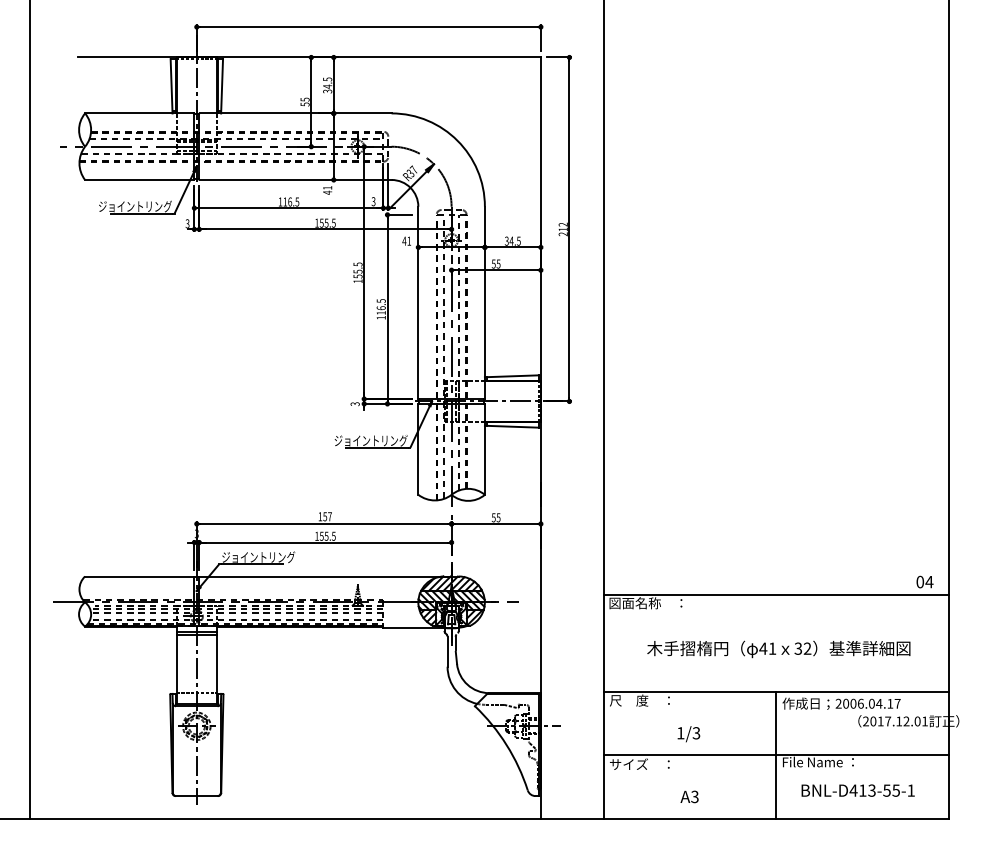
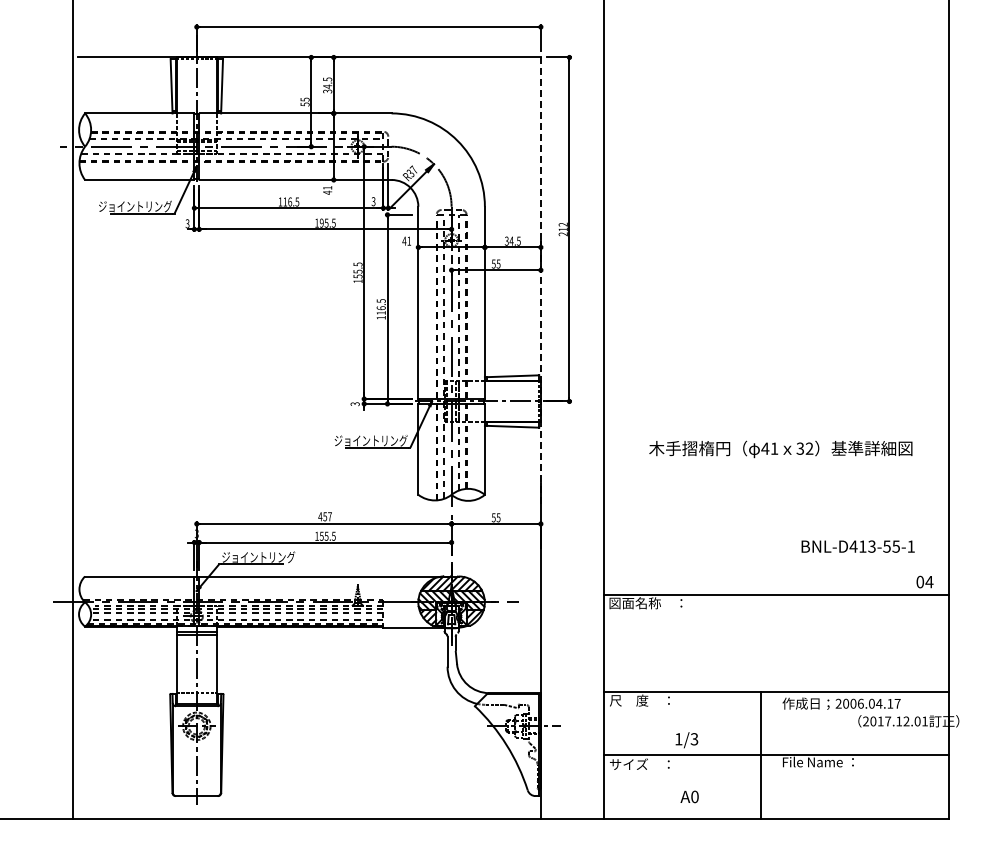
text at (321, 222): 155.5 -> 195.5
line at (540, 282): solid -> dashed
line at (29, 410) position: (29, 410) -> (72, 410)
text at (320, 516): 157 -> 457
text at (778, 649) position: (778, 649) -> (780, 449)
text at (688, 734) position: (688, 734) -> (686, 740)
line at (776, 754) position: (776, 754) -> (761, 754)
text at (857, 790) position: (857, 790) -> (857, 546)
text at (694, 796): A3 -> A0
